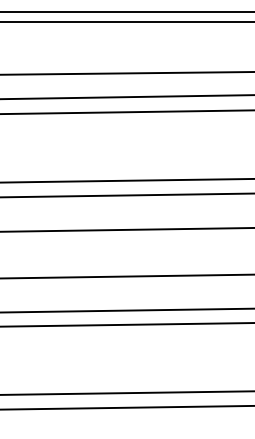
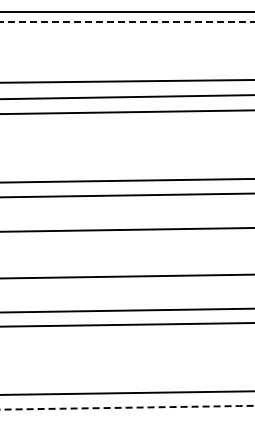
line at (127, 22): solid -> dashed
line at (126, 73) position: (126, 73) -> (126, 81)
arc at (127, 407): solid -> dashed
